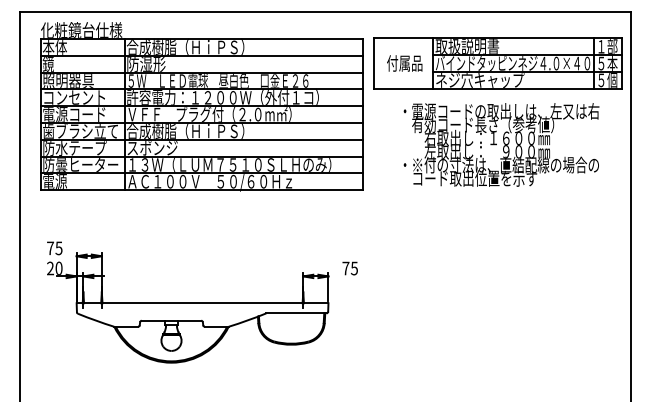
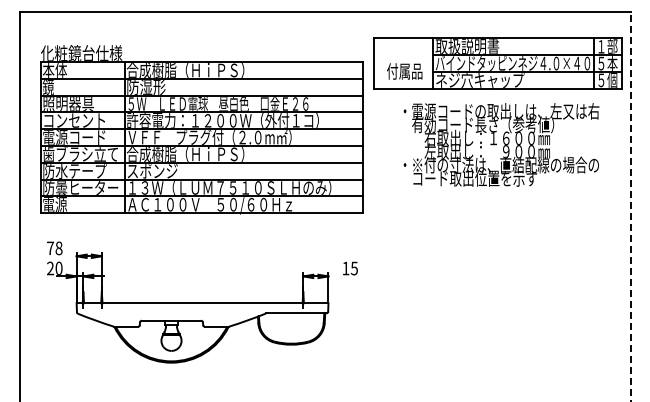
text at (404, 63) position: (404, 63) -> (404, 71)
part at (201, 106) position: (201, 106) -> (201, 129)
line at (630, 207): solid -> dashed
text at (58, 248): 75 -> 78
text at (345, 268): 75 -> 15
